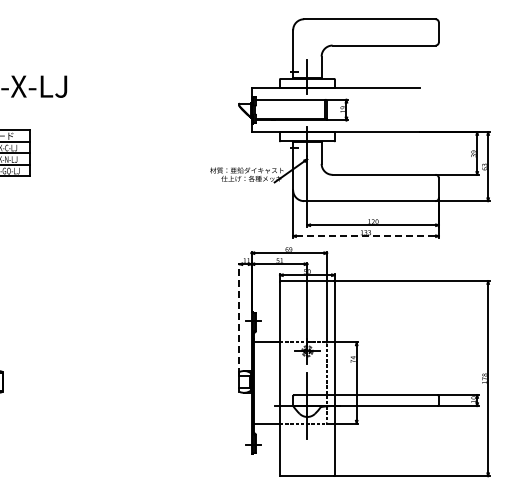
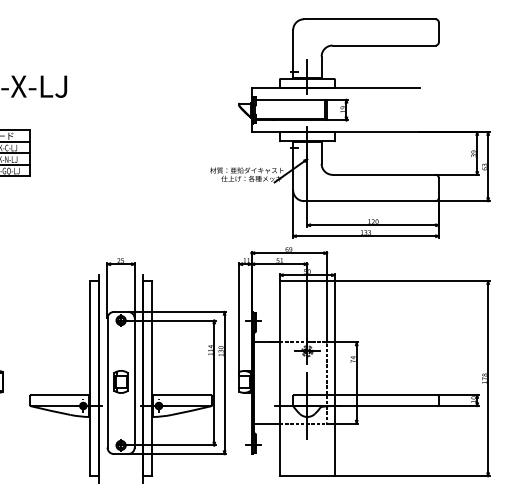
line at (366, 236): dashed -> solid
line at (239, 318): dashed -> solid
part at (127, 370): none -> present
